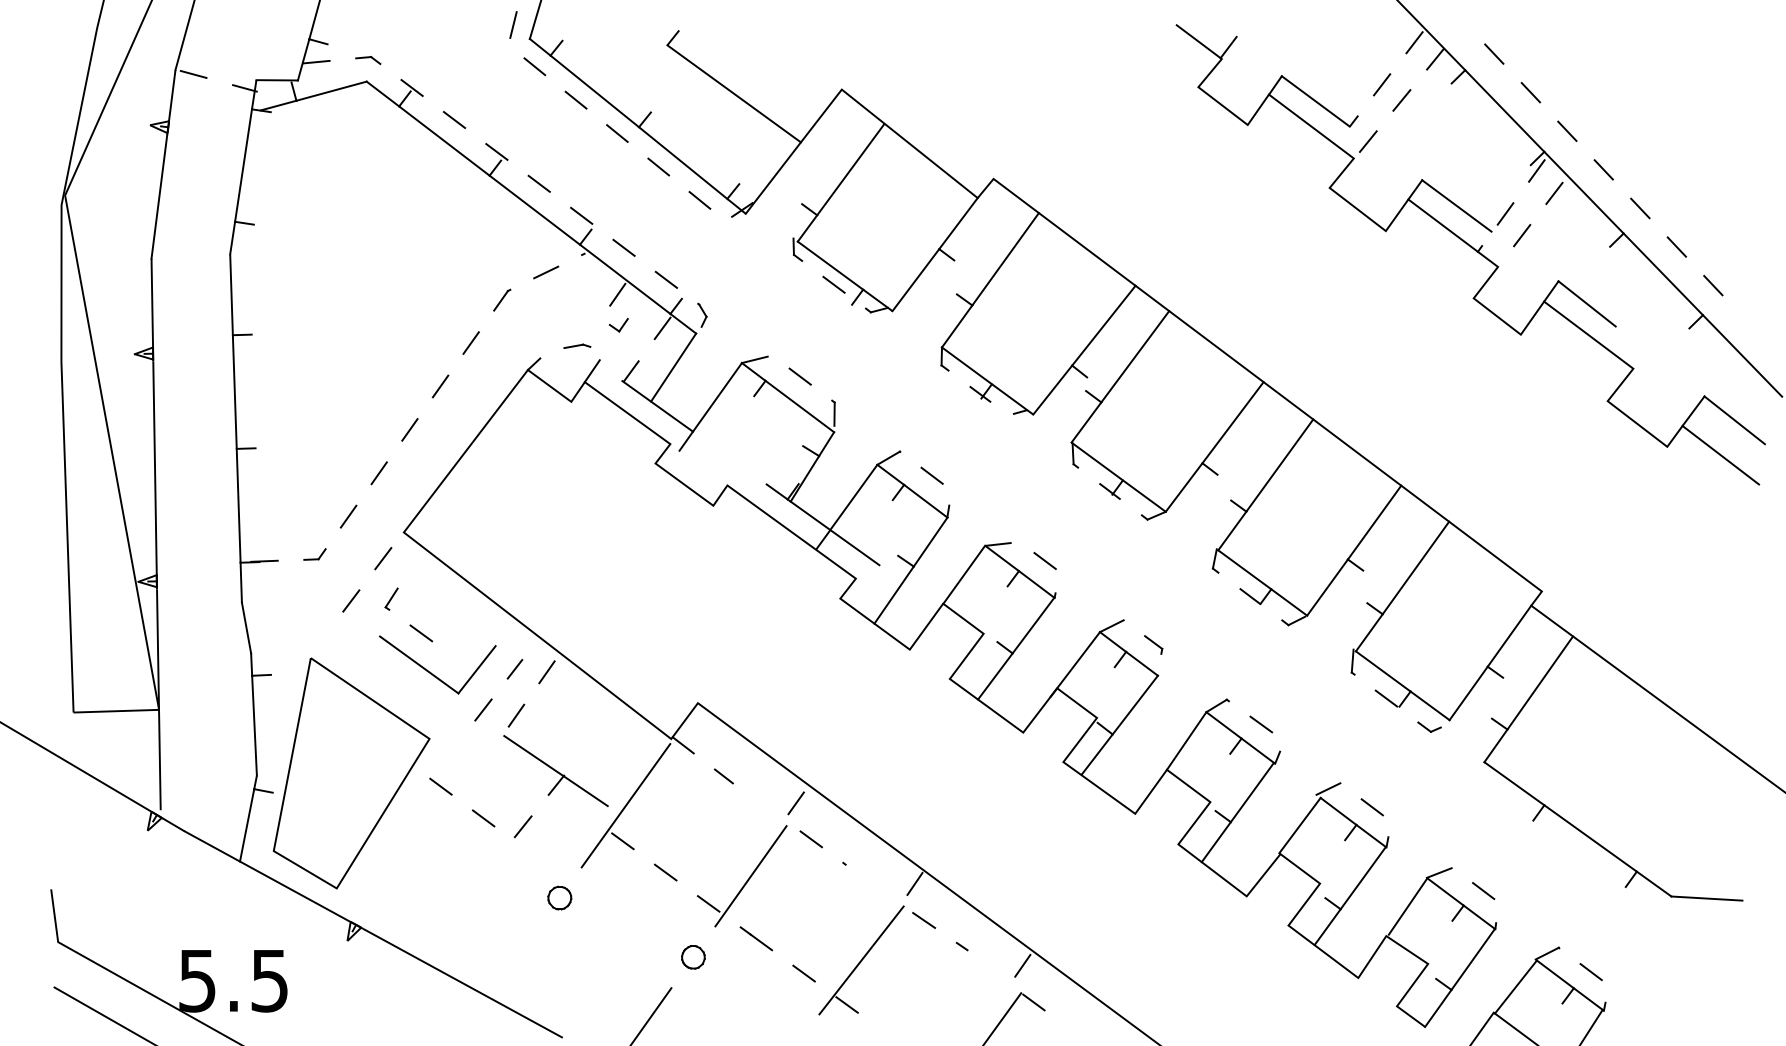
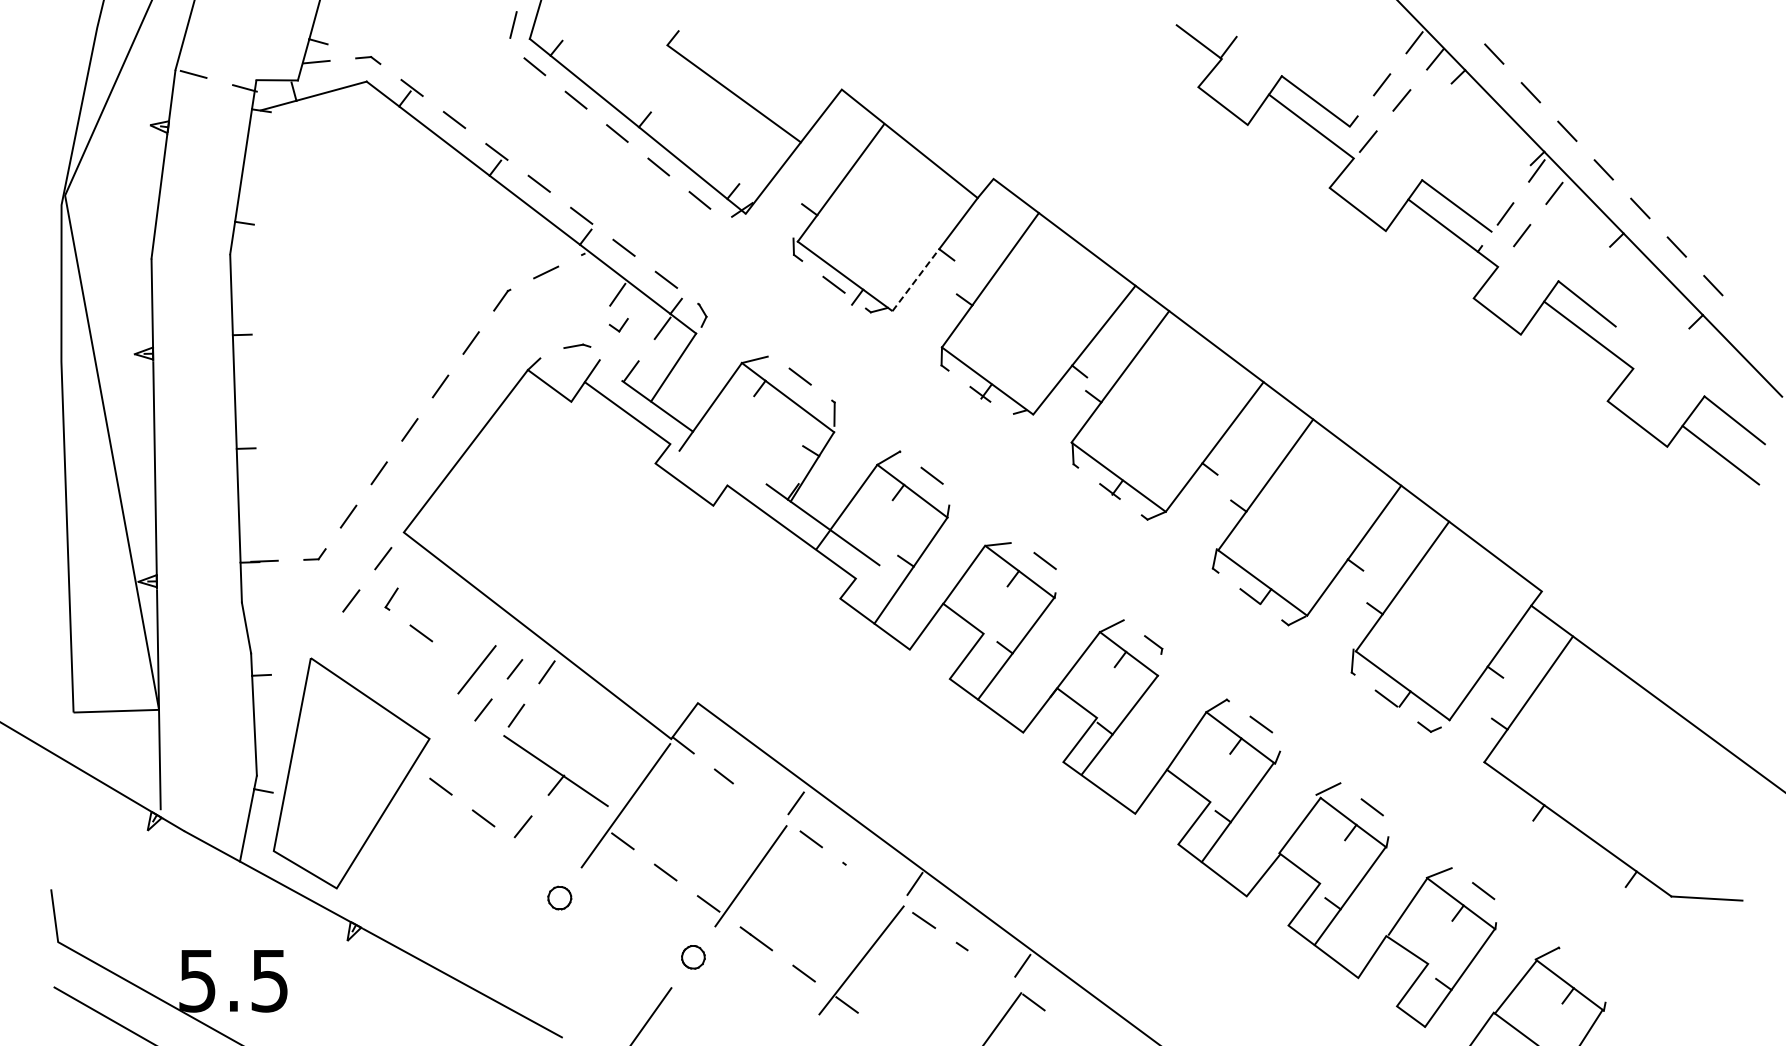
line at (915, 280): solid -> dashed
line at (419, 664): present -> none
line at (1590, 971): present -> none
